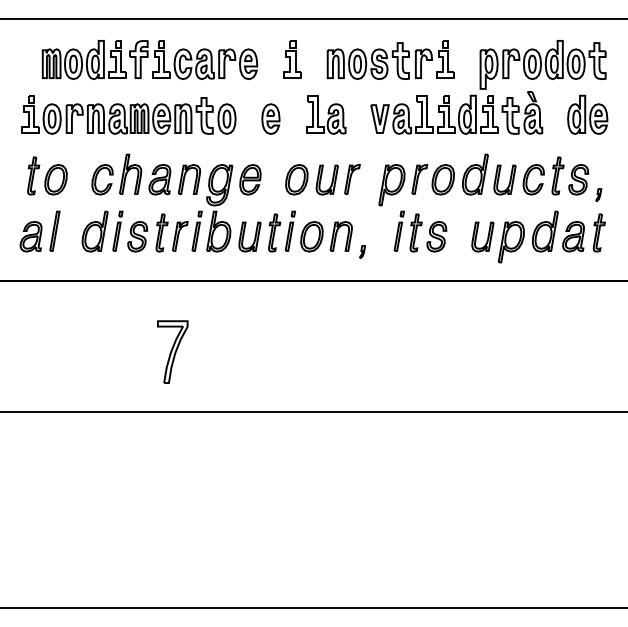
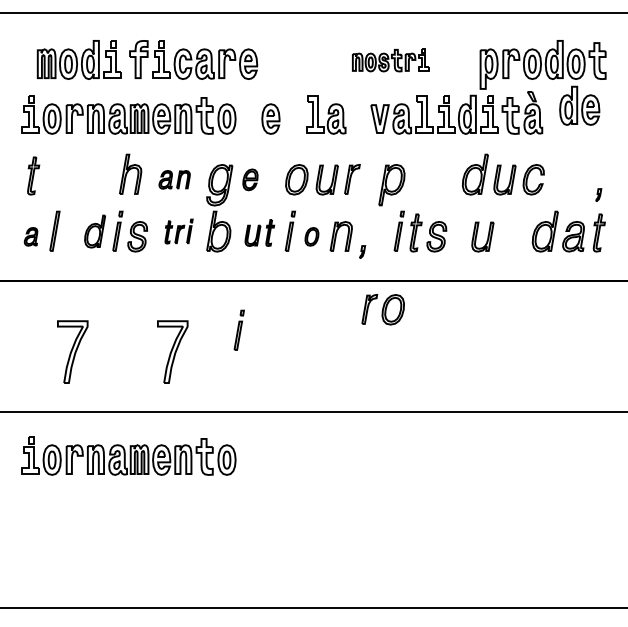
line at (313, 19) position: (313, 19) -> (313, 13)
part at (83, 59) position: (83, 59) -> (78, 59)
part at (292, 59): present -> none
part at (390, 59) size: 129x40 px -> 78x25 px
part at (587, 114) position: (587, 114) -> (579, 105)
part at (570, 175): present -> none
part at (55, 179): present -> none
part at (102, 179): present -> none
part at (174, 179) size: 53x32 px -> 33x20 px
part at (250, 179) size: 23x32 px -> 17x24 px
part at (432, 179) position: (432, 179) -> (382, 309)
part at (94, 231) size: 28x43 px -> 22x35 px
part at (178, 231) size: 48x43 px -> 30x27 px
part at (259, 232) size: 44x40 px -> 32x28 px
part at (30, 236) size: 24x32 px -> 16x20 px
part at (311, 236) size: 24x32 px -> 16x20 px
part at (510, 242): present -> none
part at (238, 329): none -> present
part at (72, 351): none -> present
part at (128, 455): none -> present
